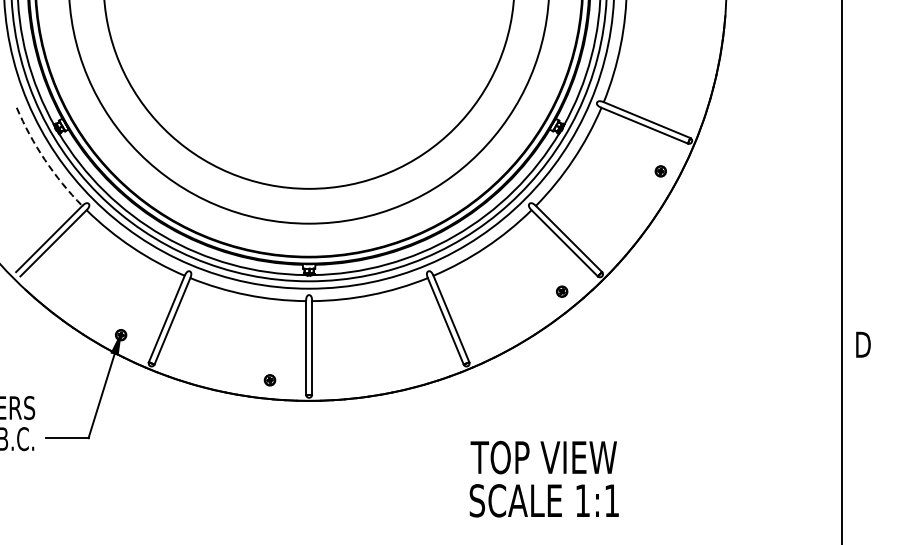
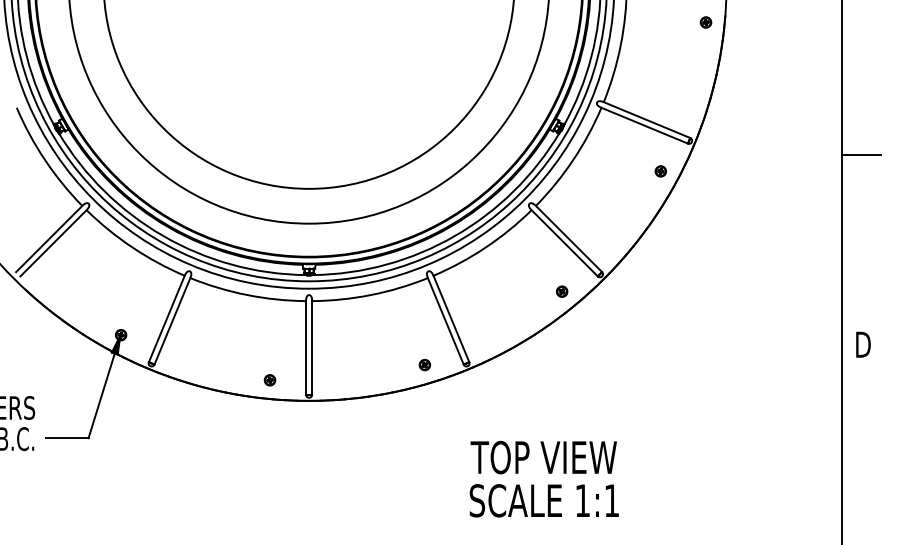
part at (705, 22): none -> present
line at (860, 155): none -> present
arc at (44, 159): dashed -> solid
part at (424, 364): none -> present
